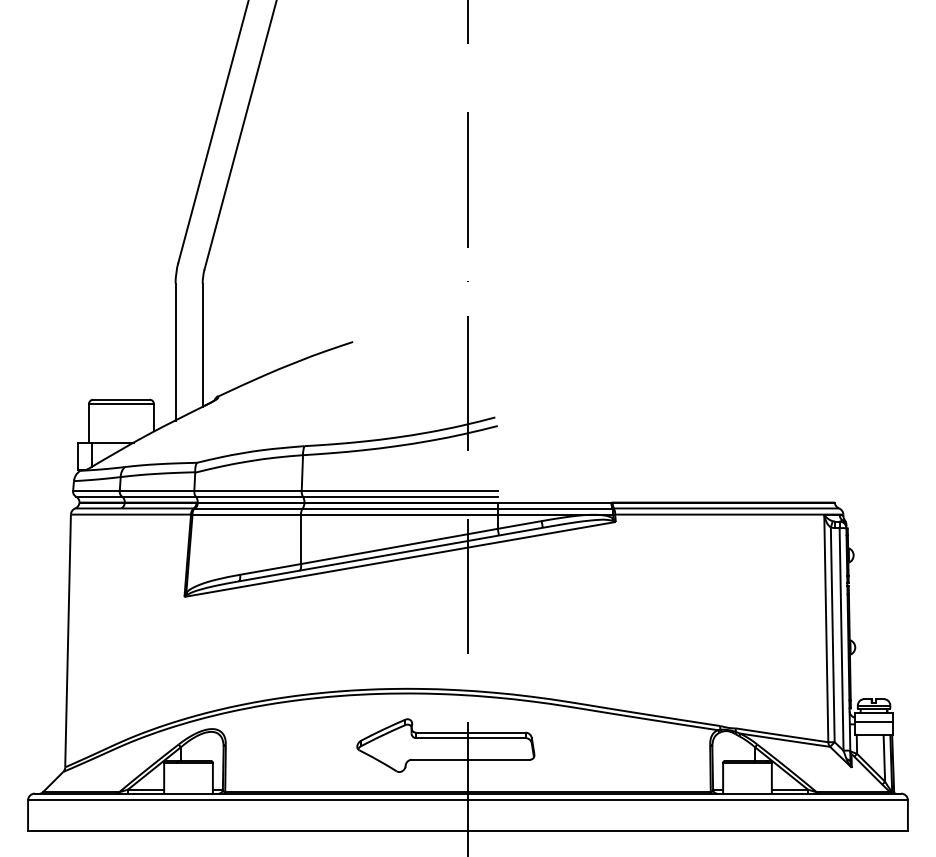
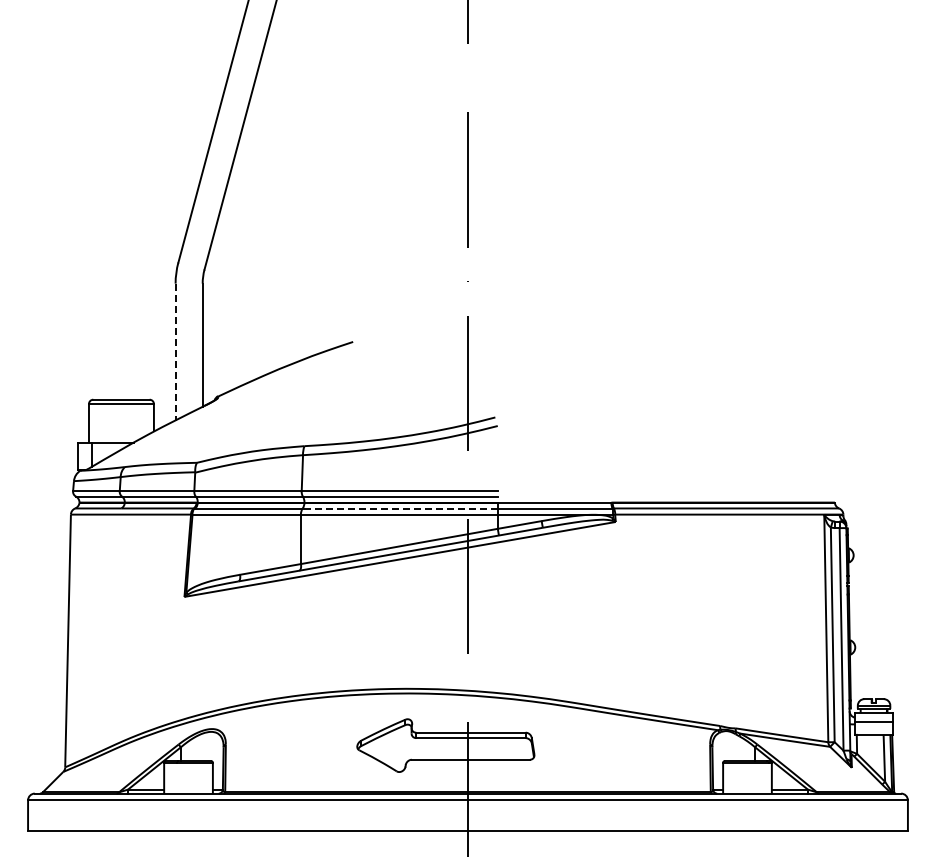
line at (175, 352): solid -> dashed
line at (400, 508): solid -> dashed
